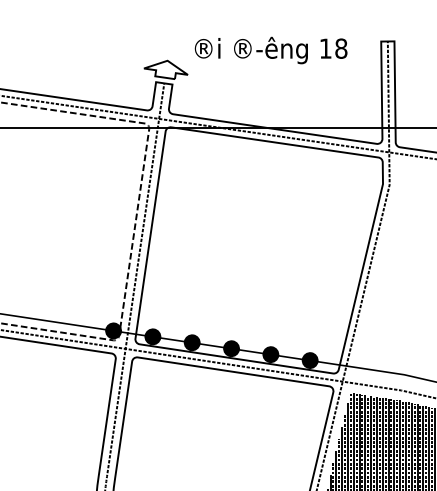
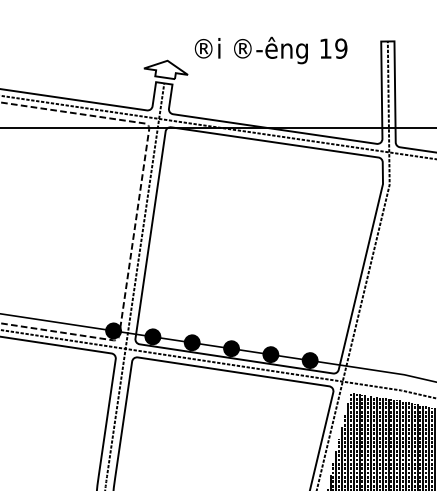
text at (341, 48): 18 -> 19
